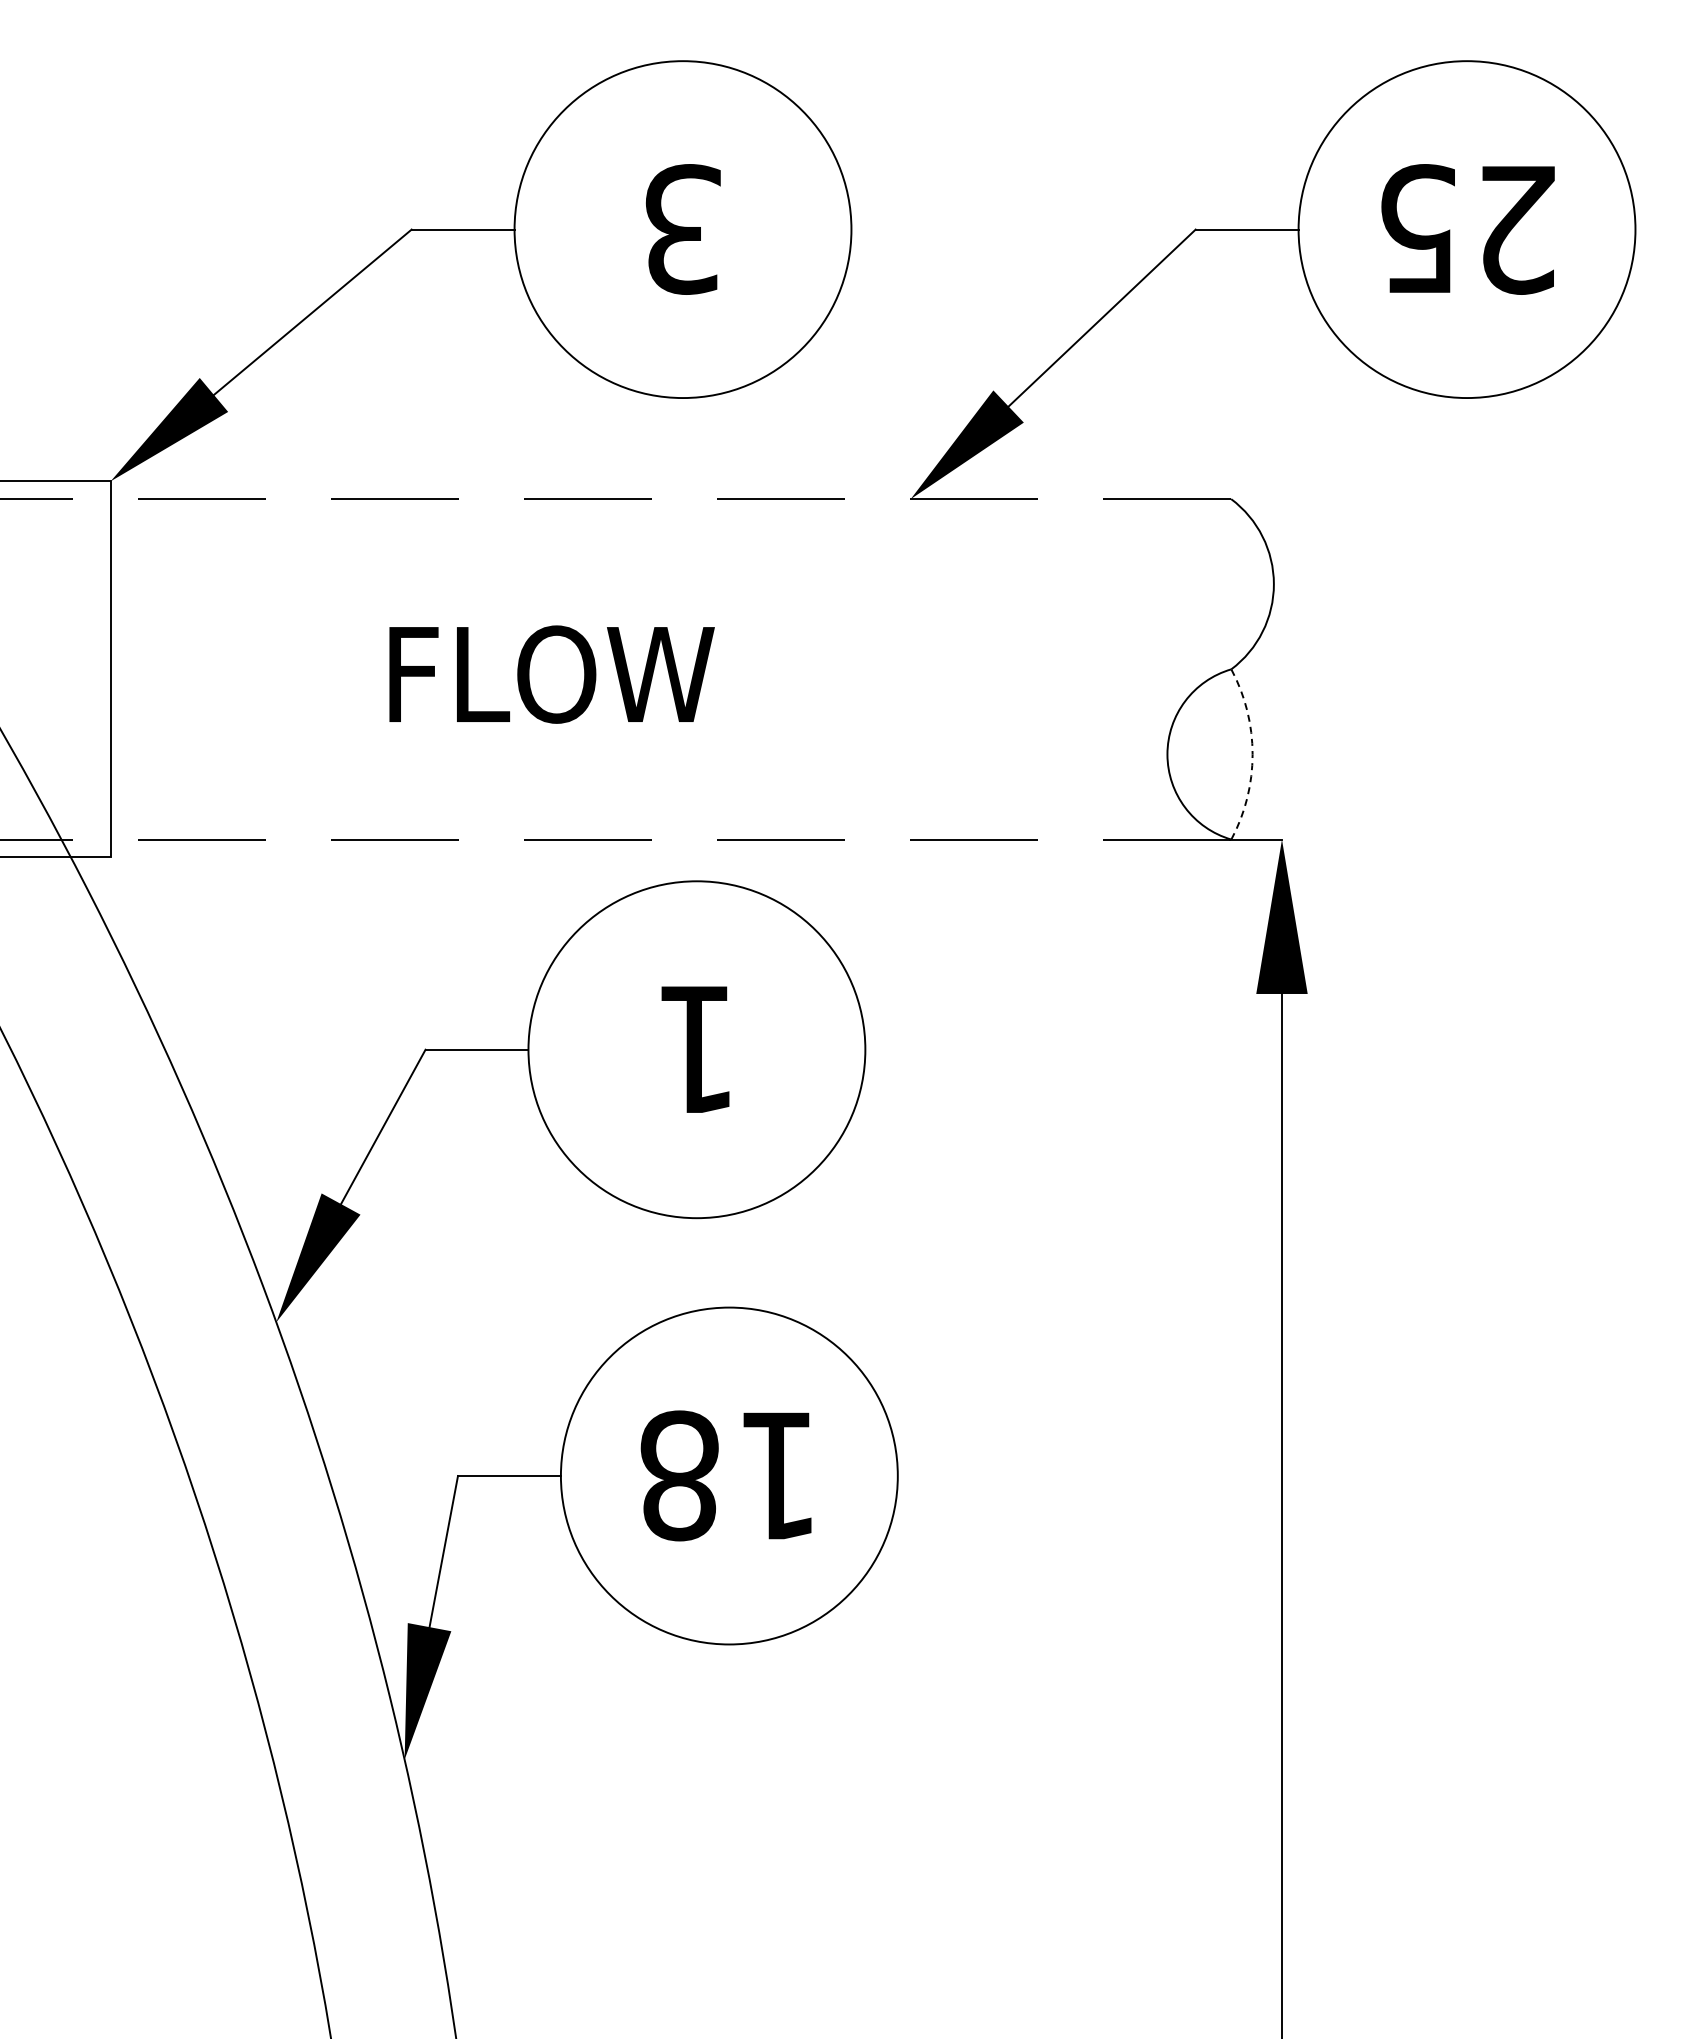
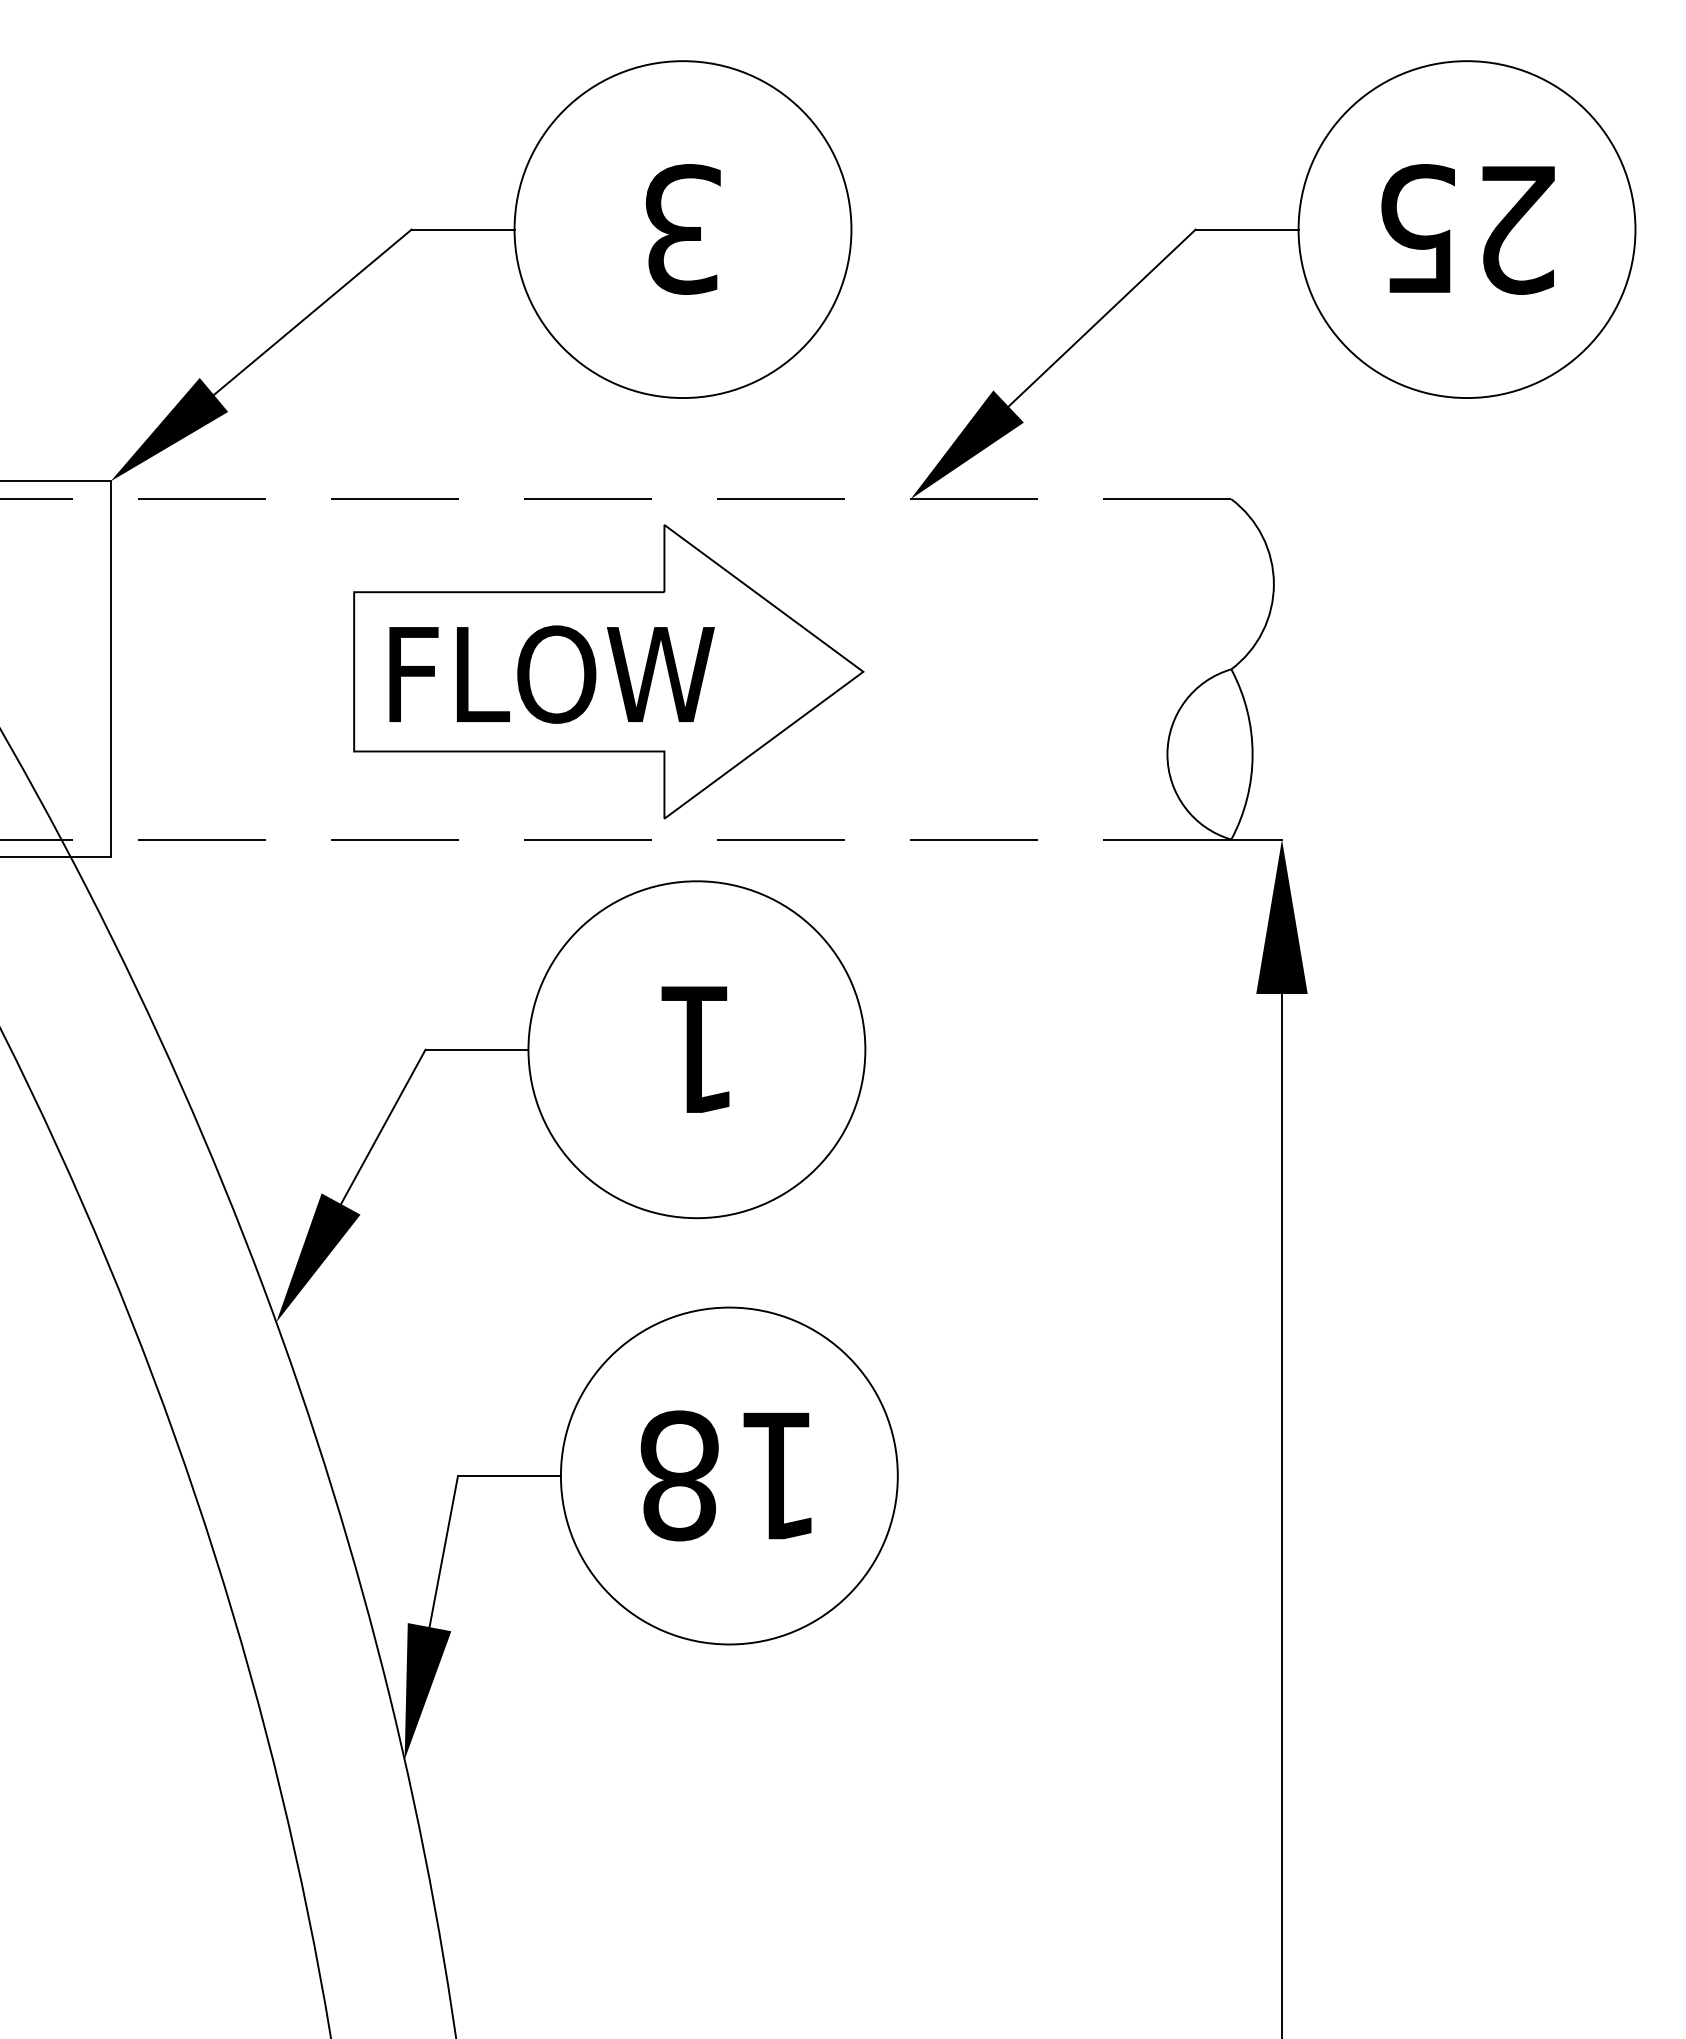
part at (608, 671): none -> present
arc at (1252, 754): dashed -> solid
